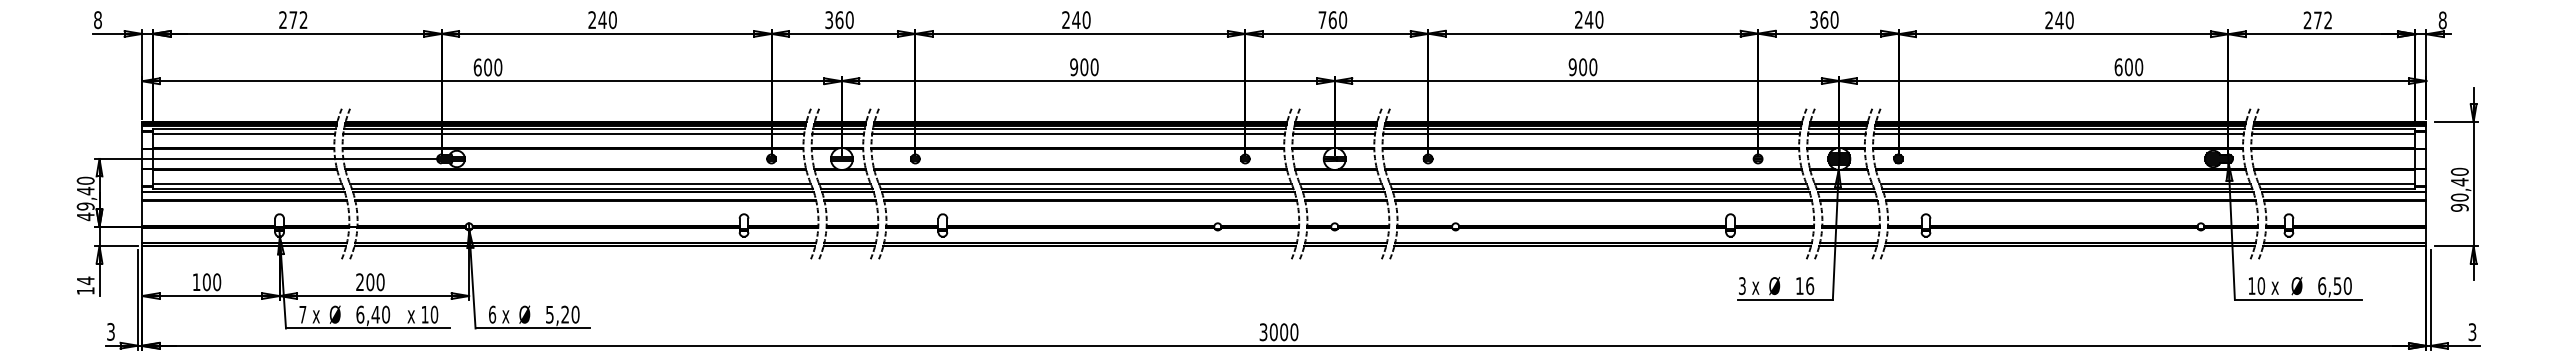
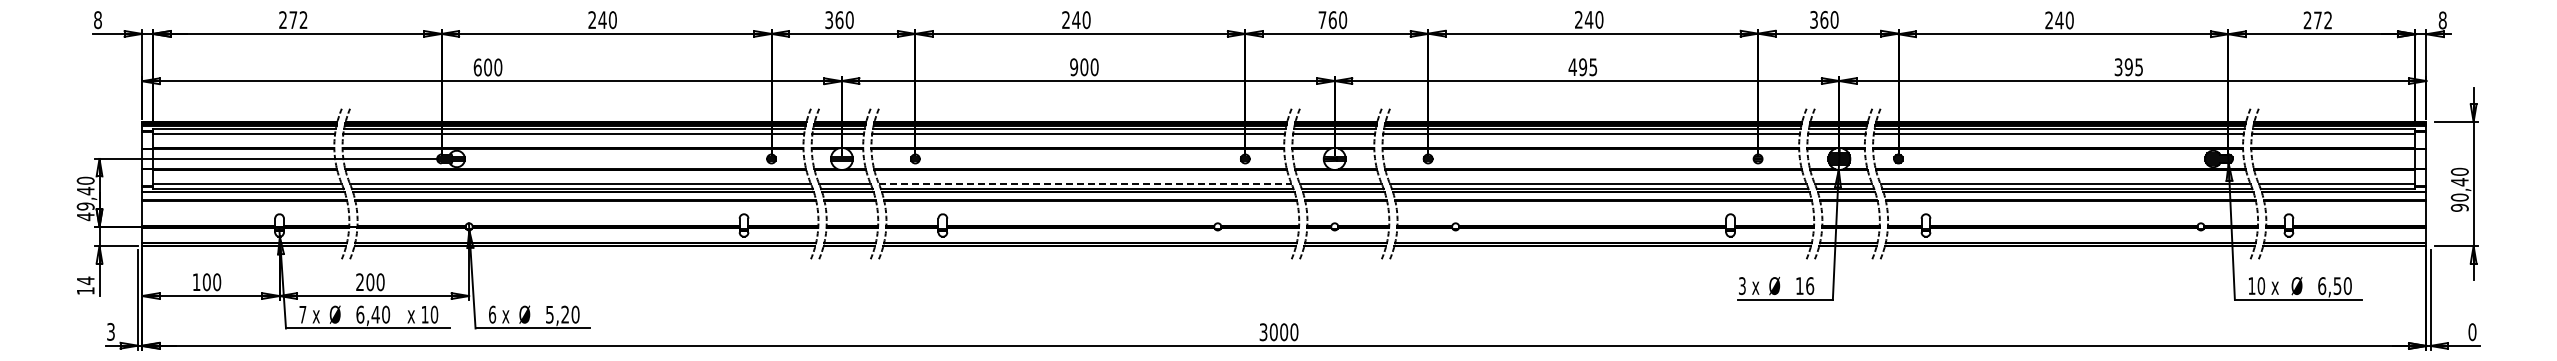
text at (1582, 67): 900 -> 495
text at (2128, 67): 600 -> 395
line at (1085, 183): solid -> dashed
text at (2472, 332): 3 -> 0
